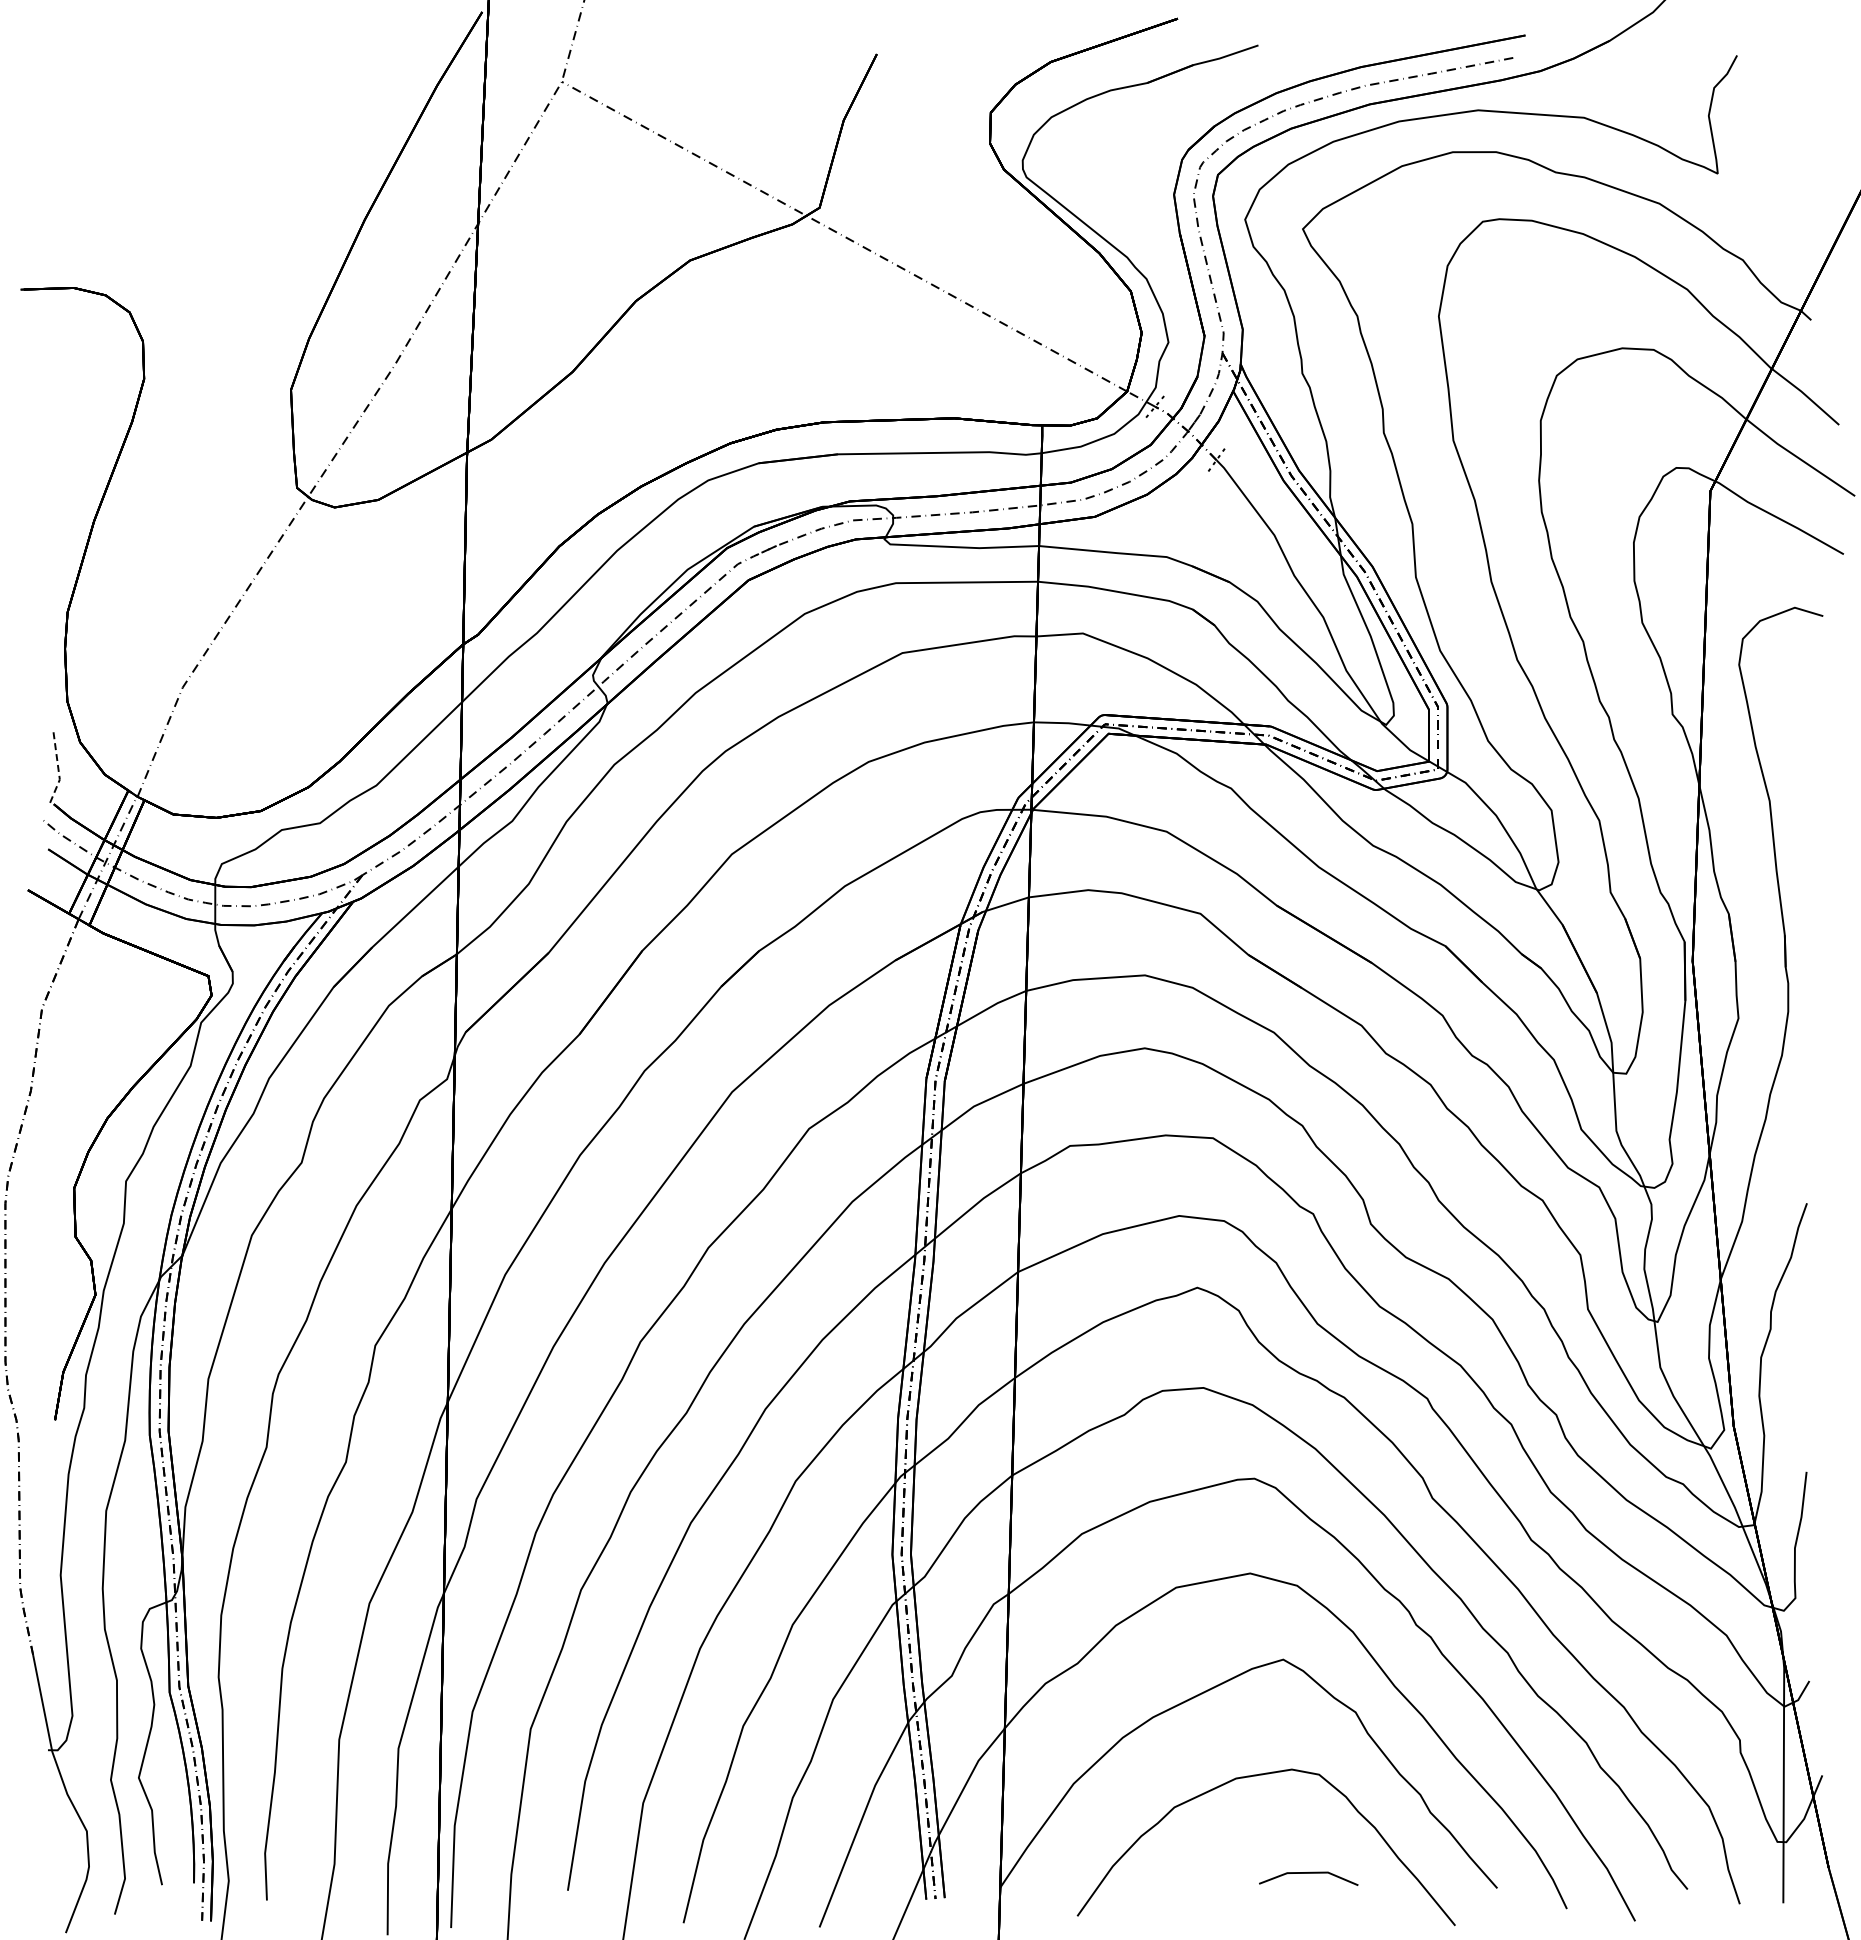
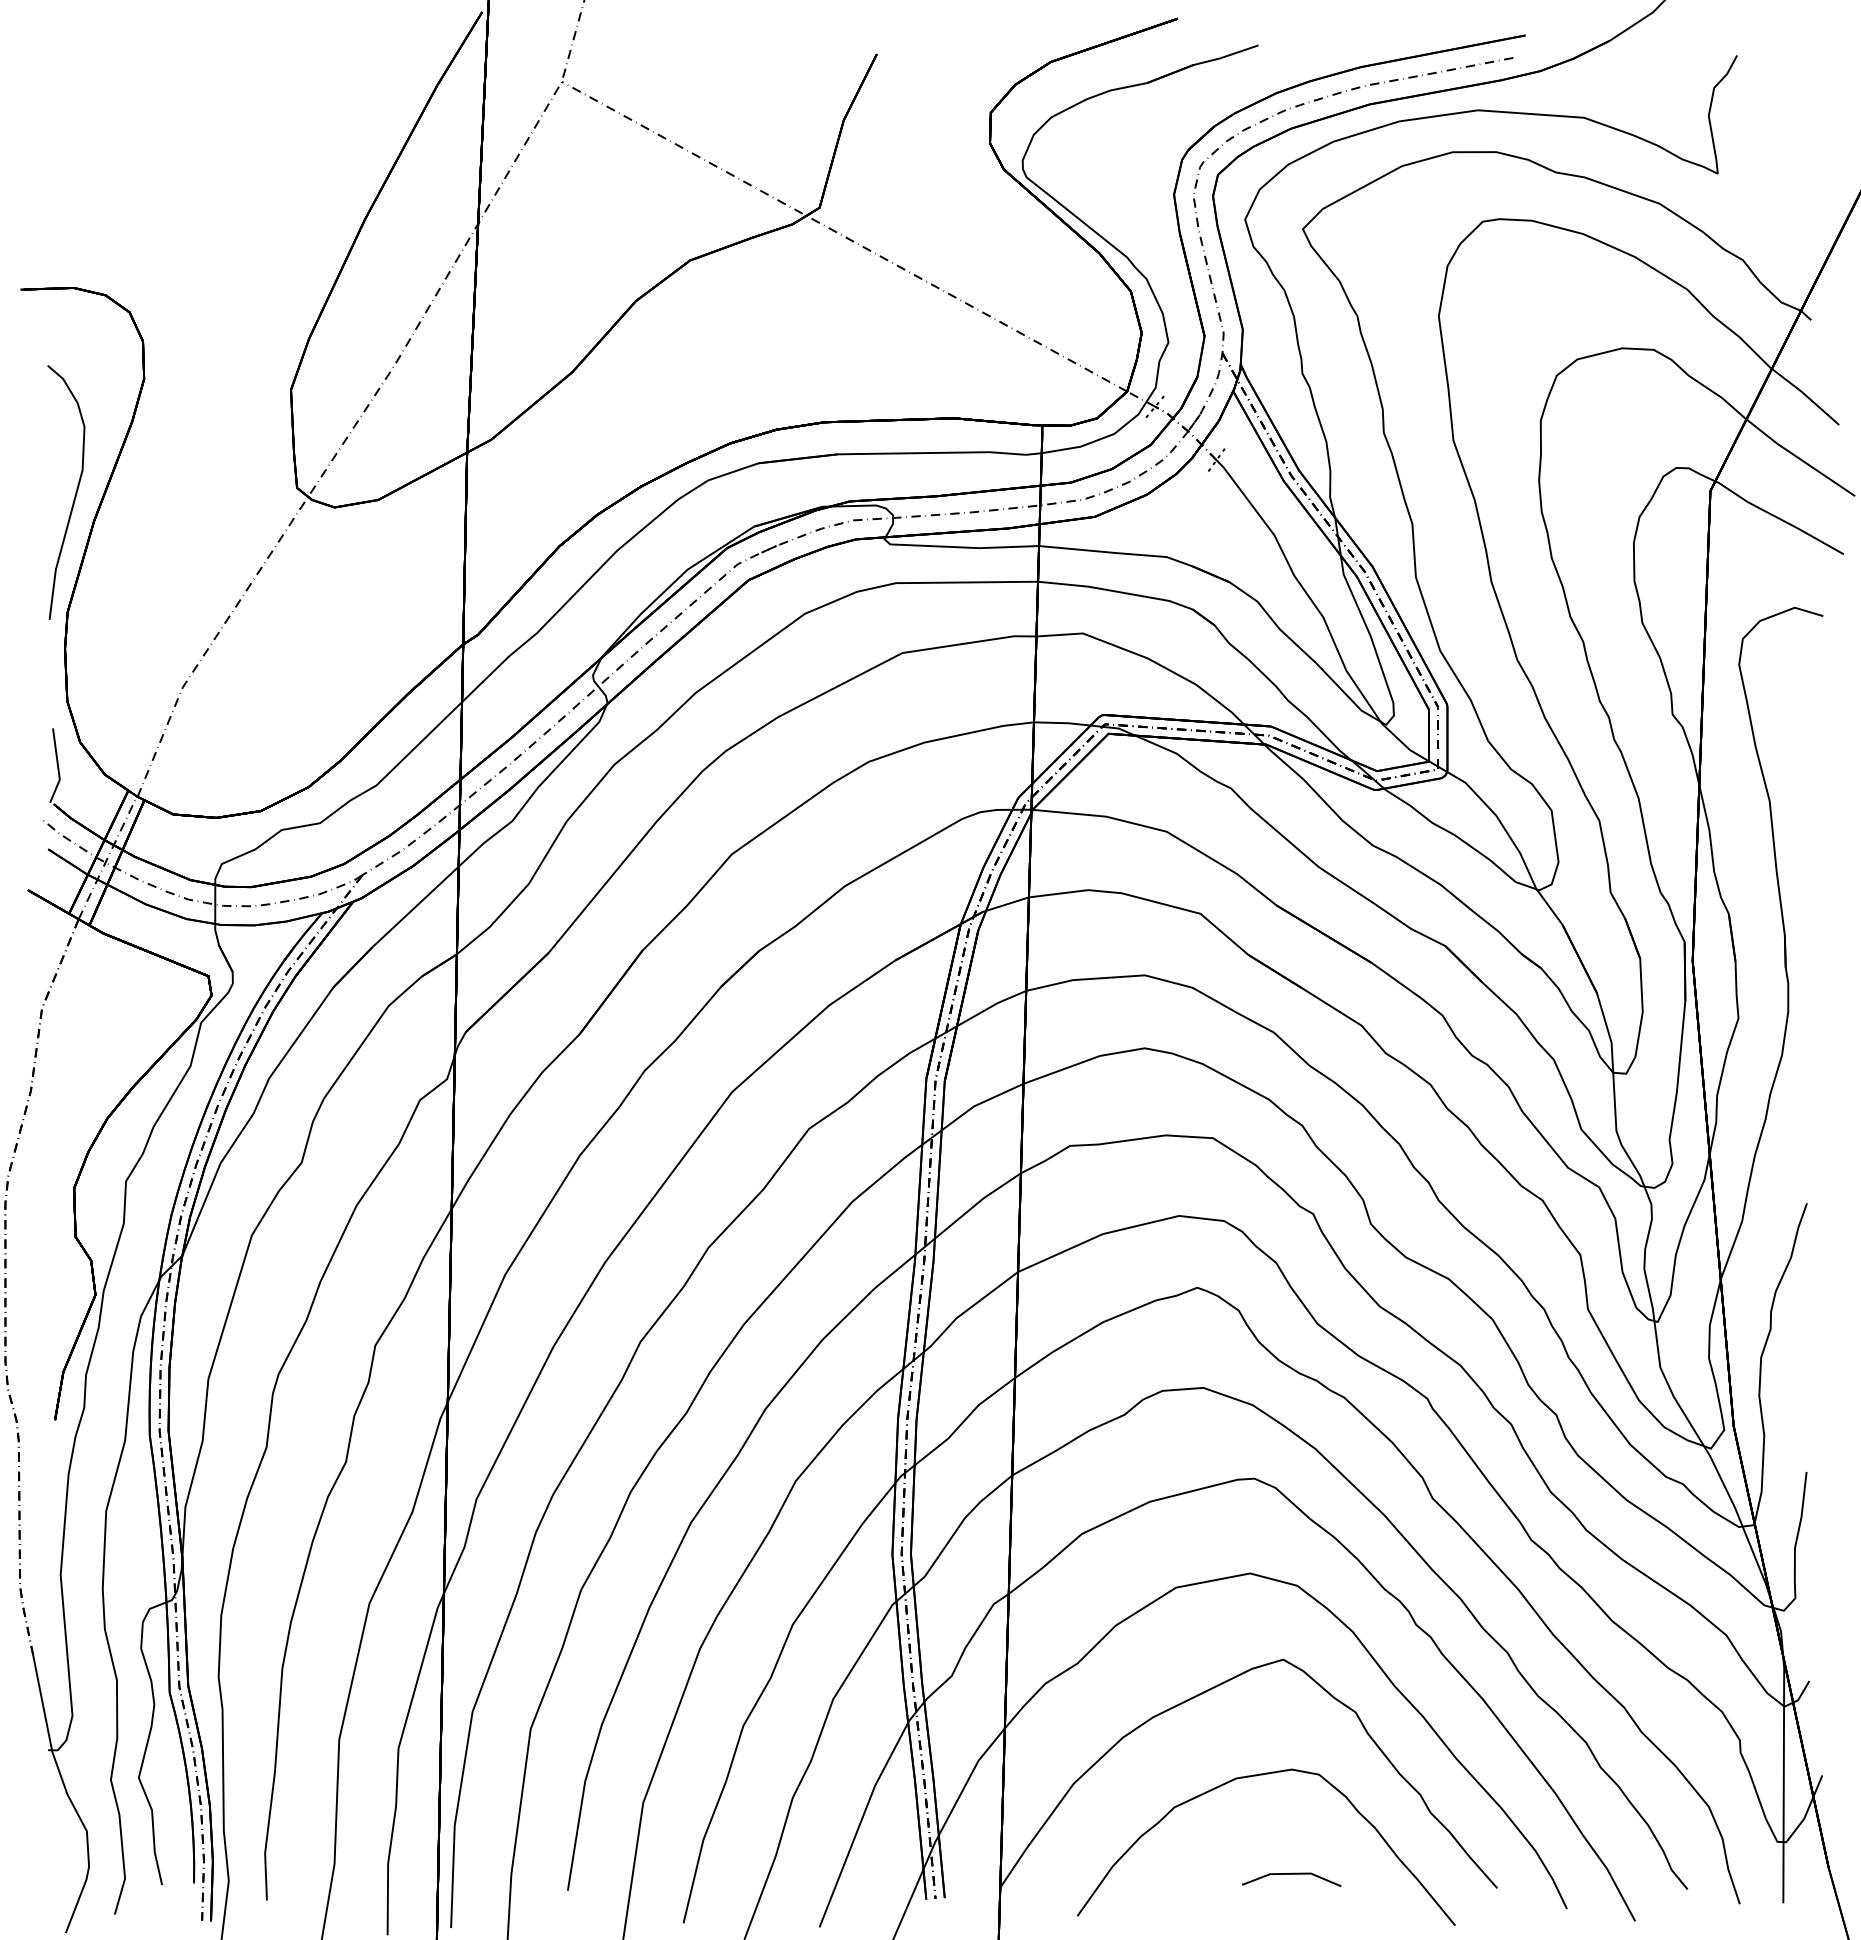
curve at (74, 495): none -> present
line at (58, 766): dashed -> solid
line at (1308, 1873) position: (1308, 1873) -> (1291, 1874)
